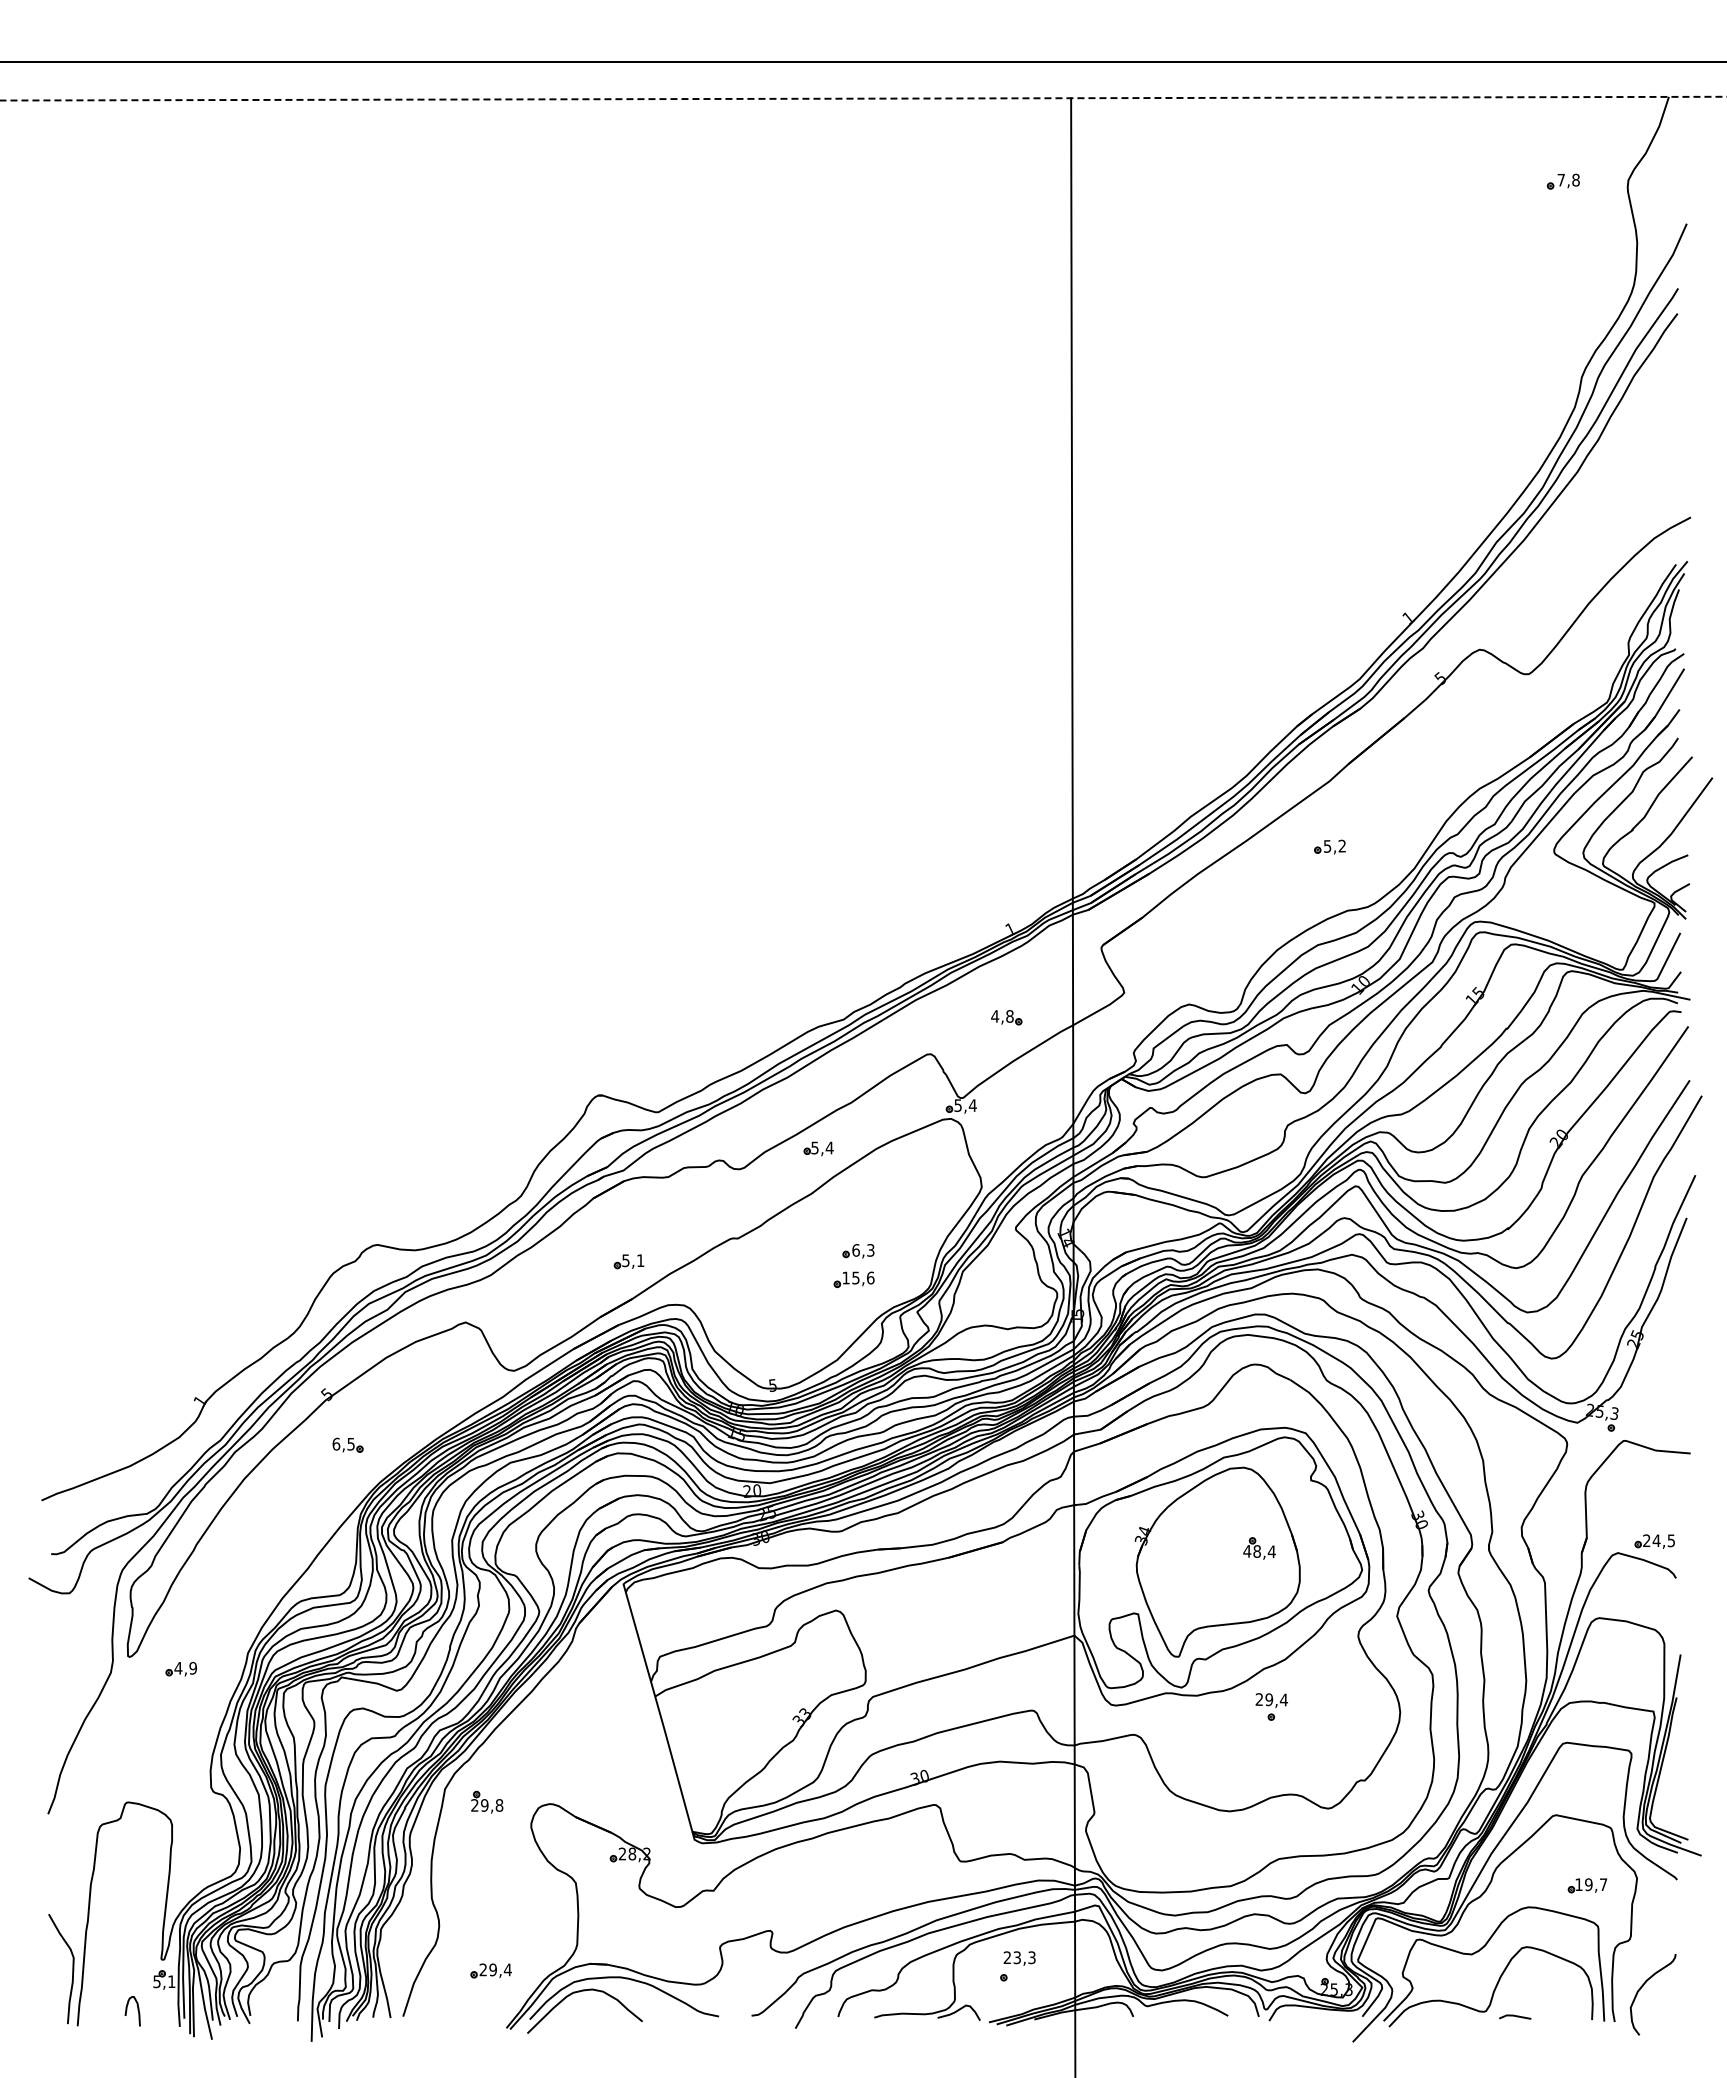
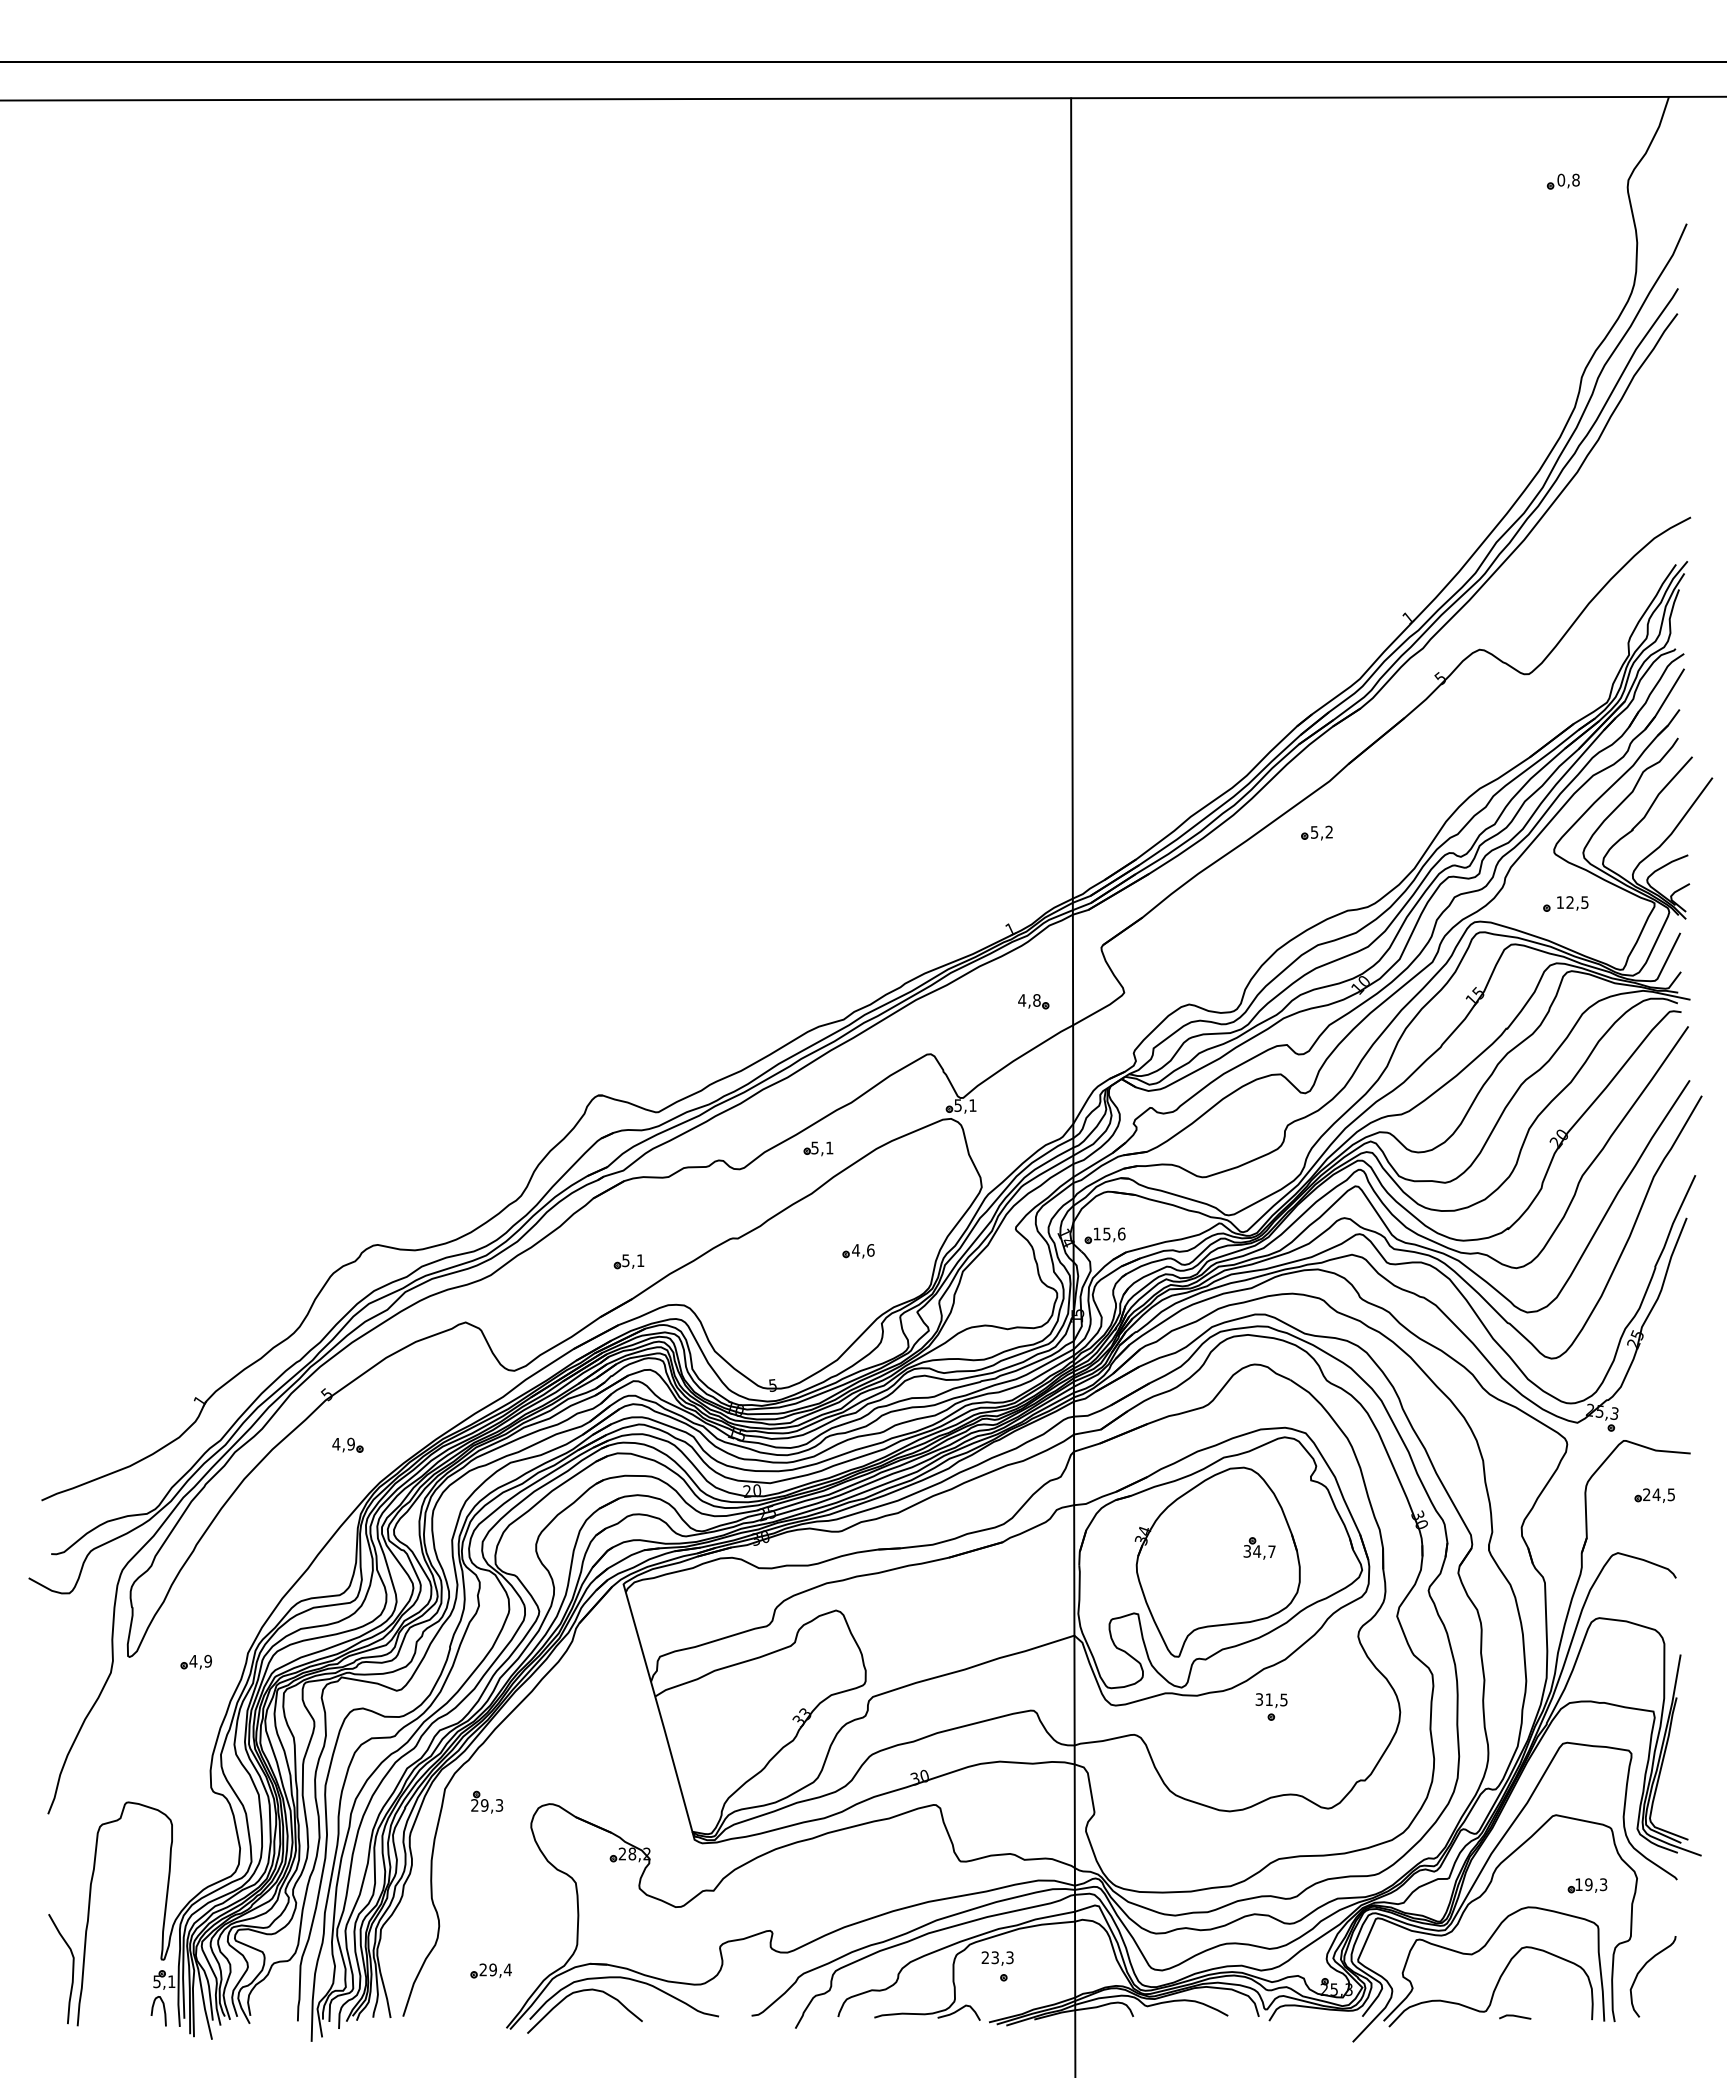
line at (864, 98): dashed -> solid
text at (1561, 179): 7,8 -> 0,8
part at (1329, 846) position: (1329, 846) -> (1316, 832)
part at (1565, 903): none -> present
part at (1006, 1017) position: (1006, 1017) -> (1033, 1001)
text at (972, 1105): 5,4 -> 5,1
text at (829, 1147): 5,4 -> 5,1
text at (863, 1250): 6,3 -> 4,6
part at (853, 1279) position: (853, 1279) -> (1104, 1235)
text at (343, 1443): 6,5 -> 4,9
part at (1654, 1541) position: (1654, 1541) -> (1654, 1495)
text at (1259, 1551): 48,4 -> 34,7
part at (180, 1668) position: (180, 1668) -> (195, 1661)
text at (1271, 1699): 29,4 -> 31,5
text at (499, 1805): 29,8 -> 29,3
text at (1603, 1884): 19,7 -> 19,3
text at (1019, 1958) position: (1019, 1958) -> (997, 1958)
curve at (1644, 1985) position: (1644, 1985) -> (1644, 1967)
curve at (127, 2010) position: (127, 2010) -> (153, 2010)
